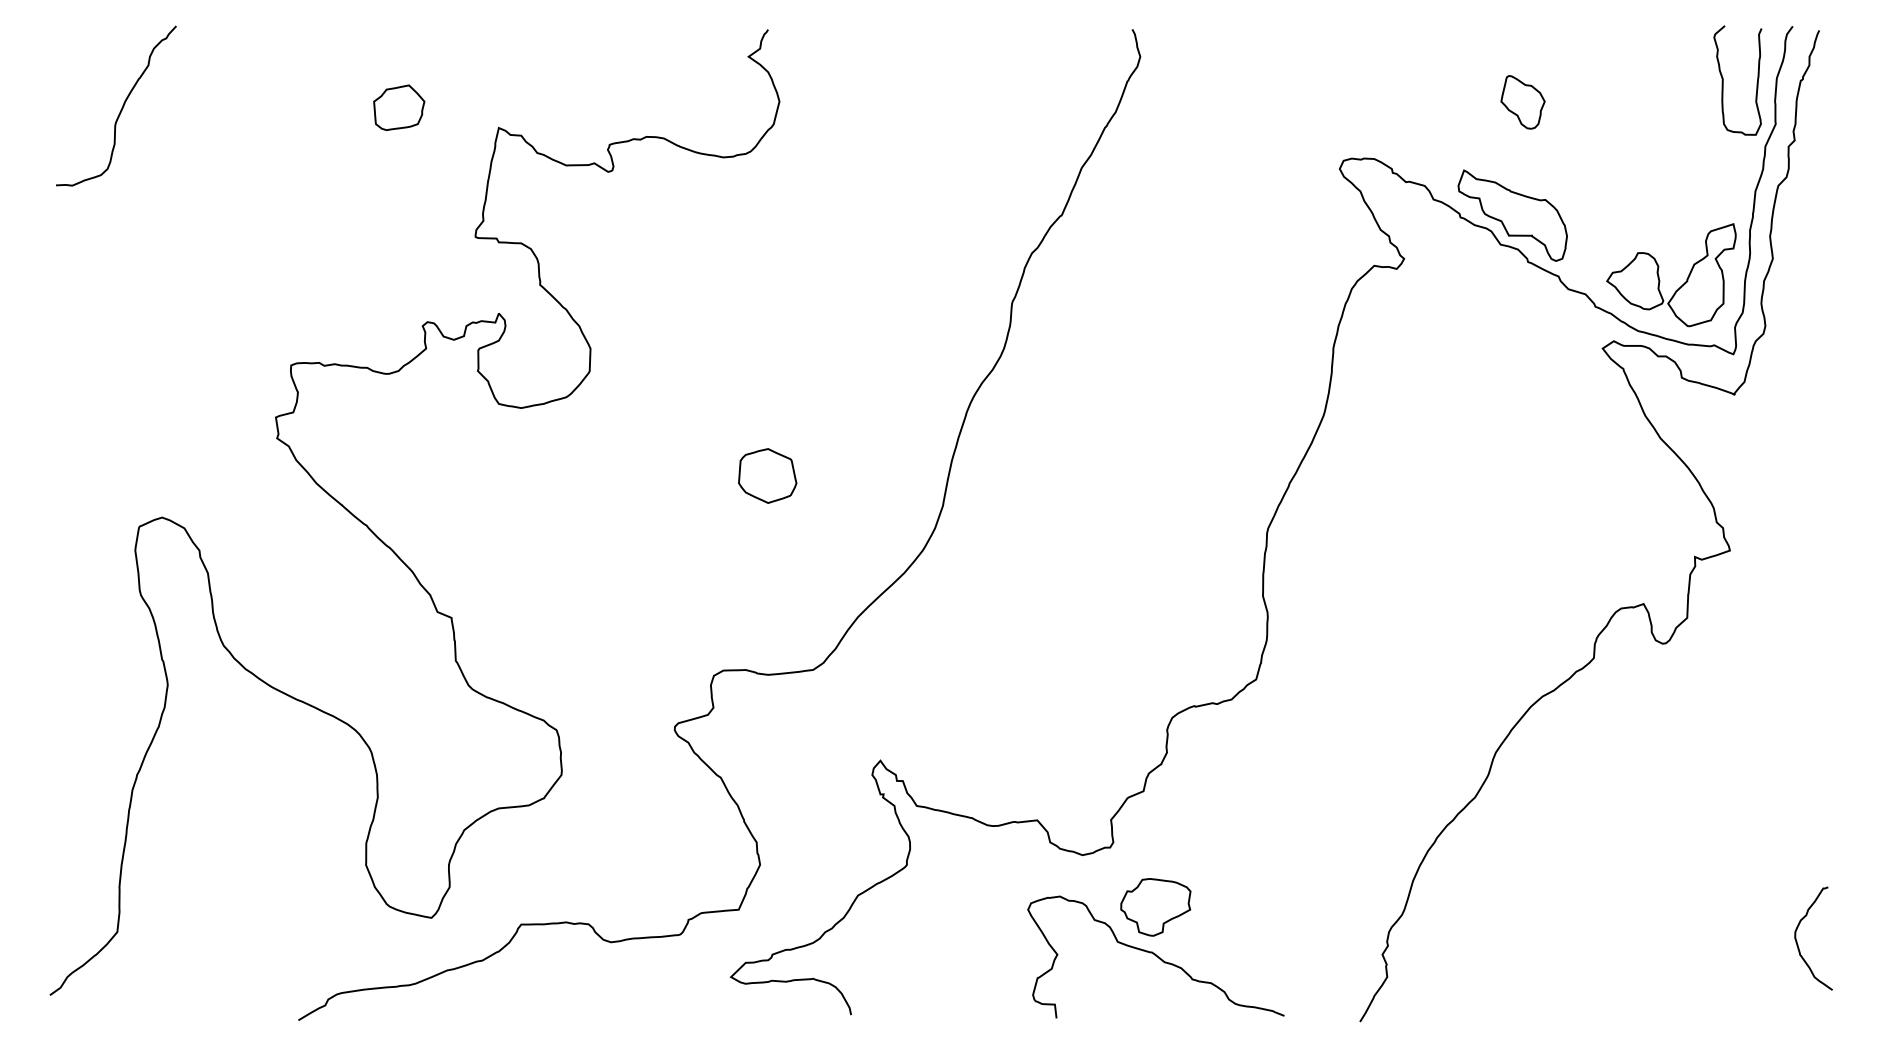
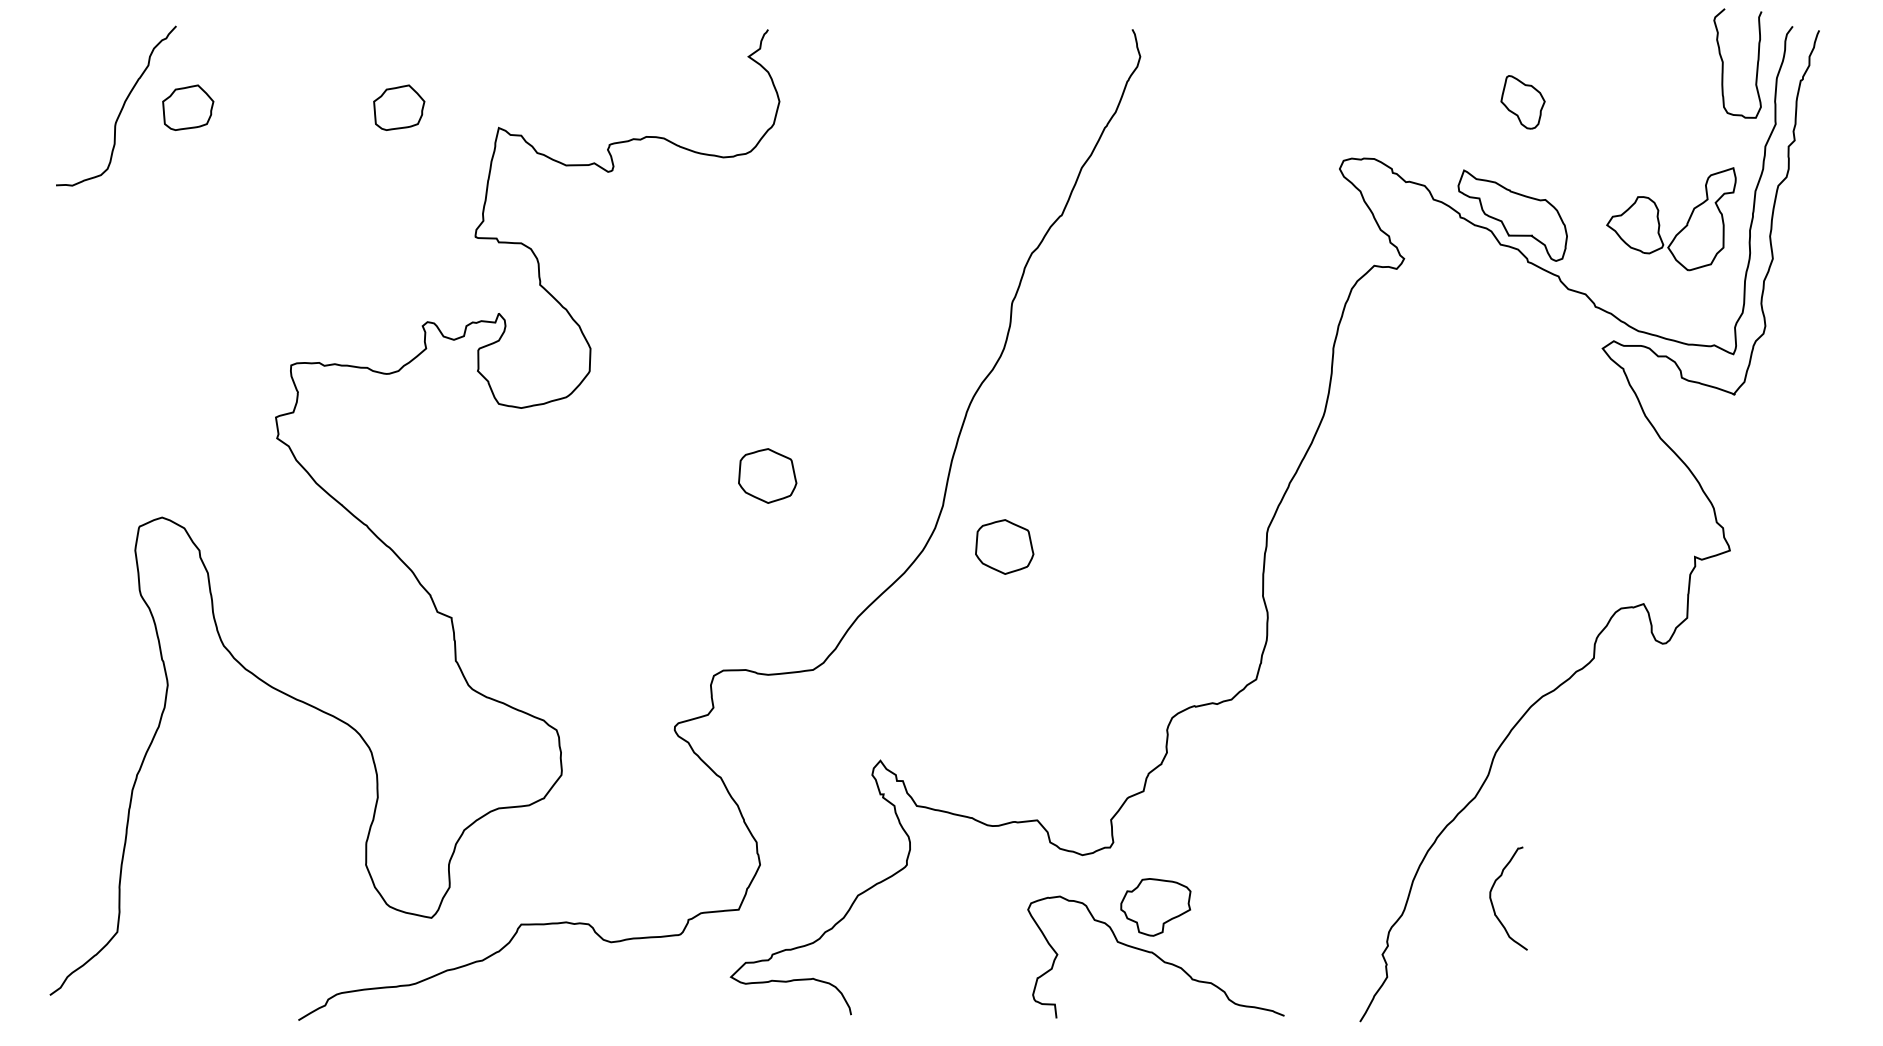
curve at (1723, 80) position: (1723, 80) -> (1723, 63)
part at (188, 107): none -> present
part at (1659, 275) position: (1659, 275) -> (1659, 219)
part at (1004, 546): none -> present
curve at (1798, 944) position: (1798, 944) -> (1493, 904)
